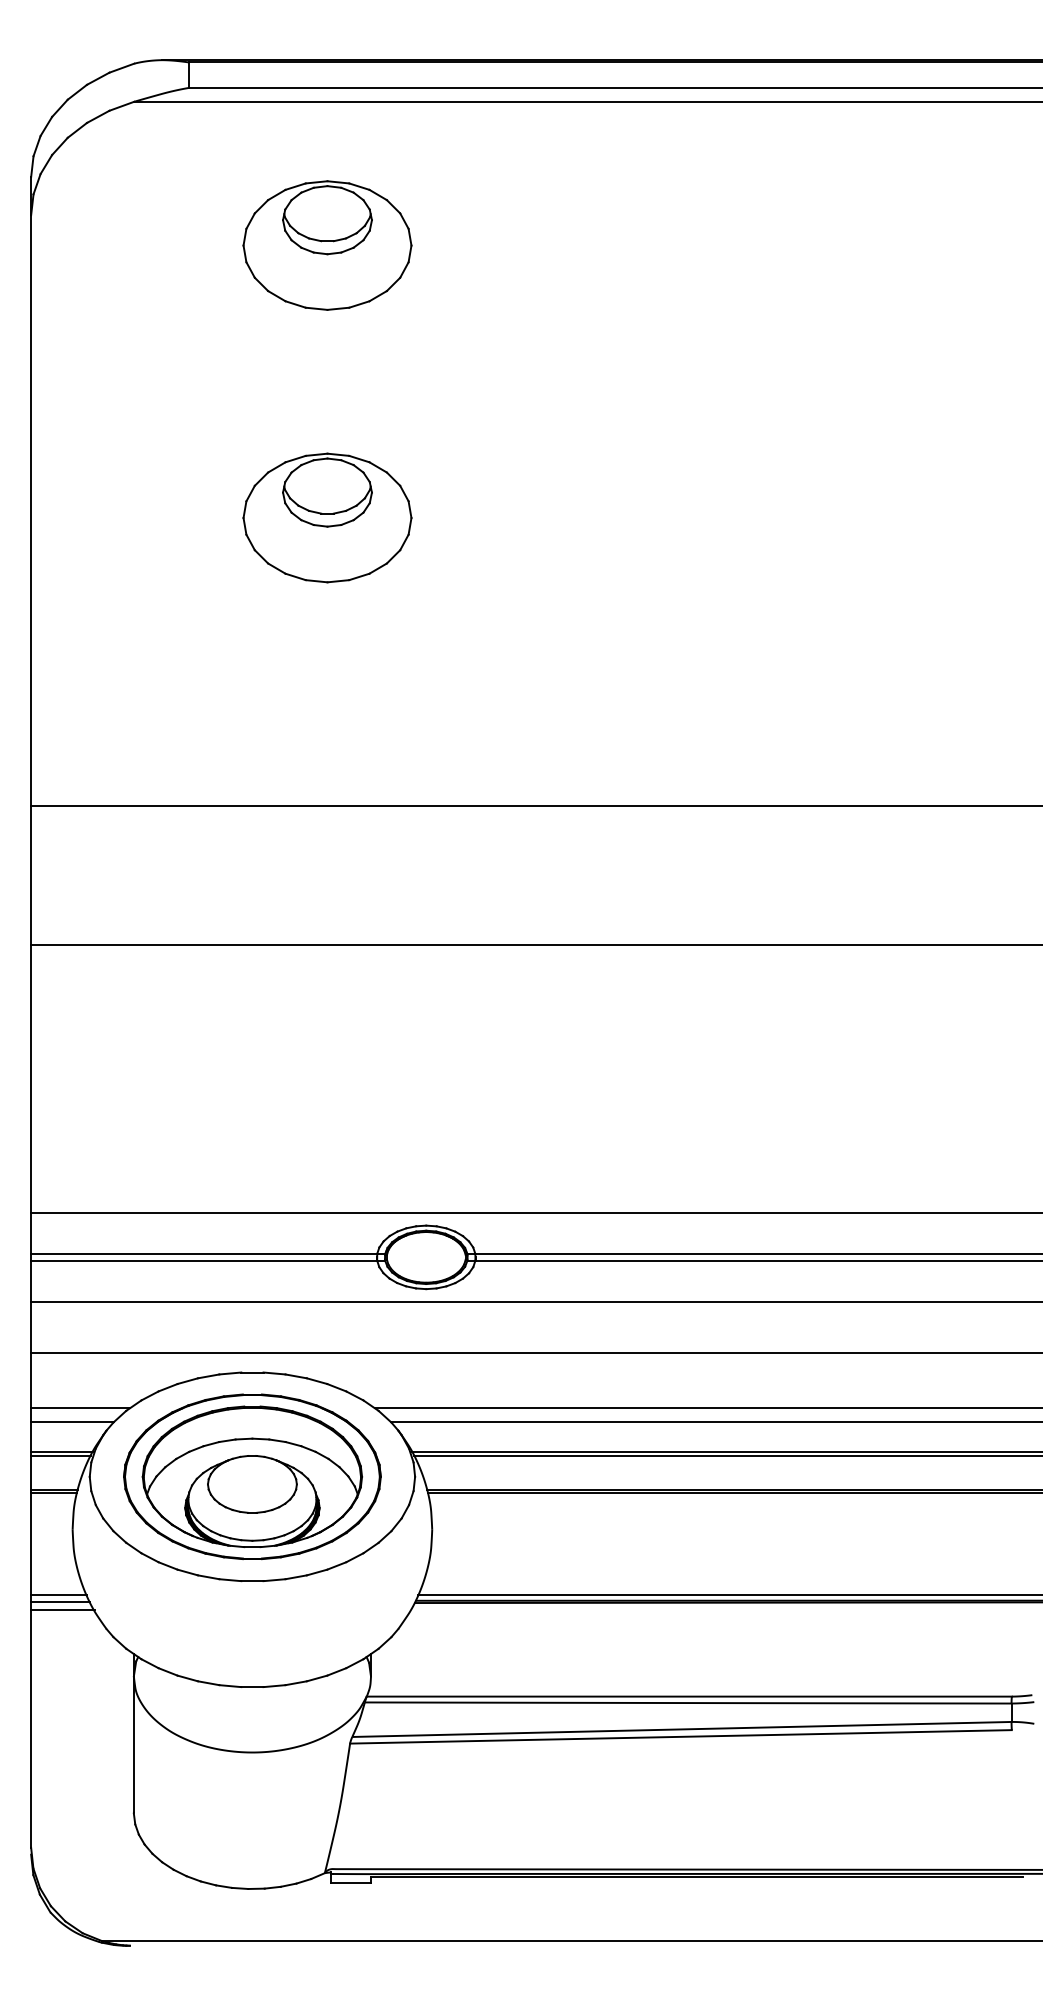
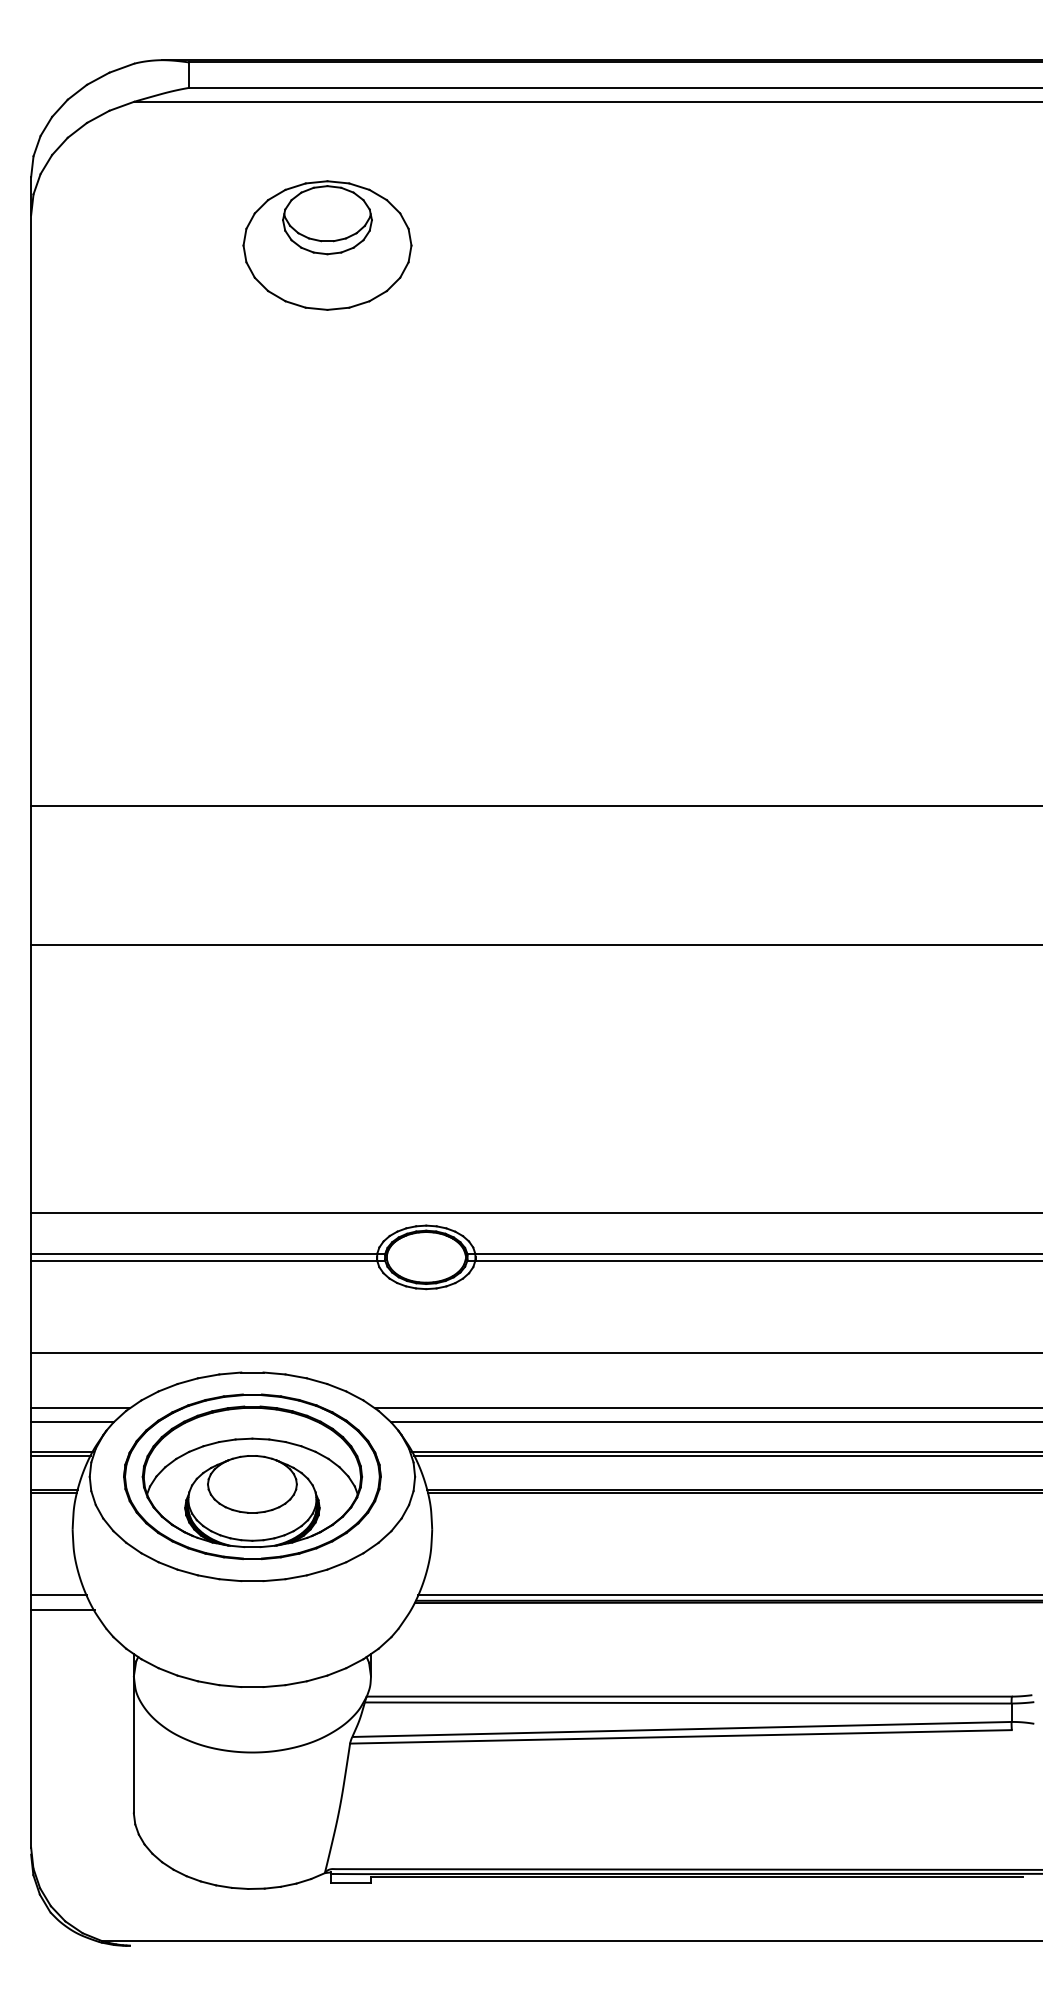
part at (327, 517): present -> none
line at (535, 1301): present -> none
line at (60, 1601): present -> none
